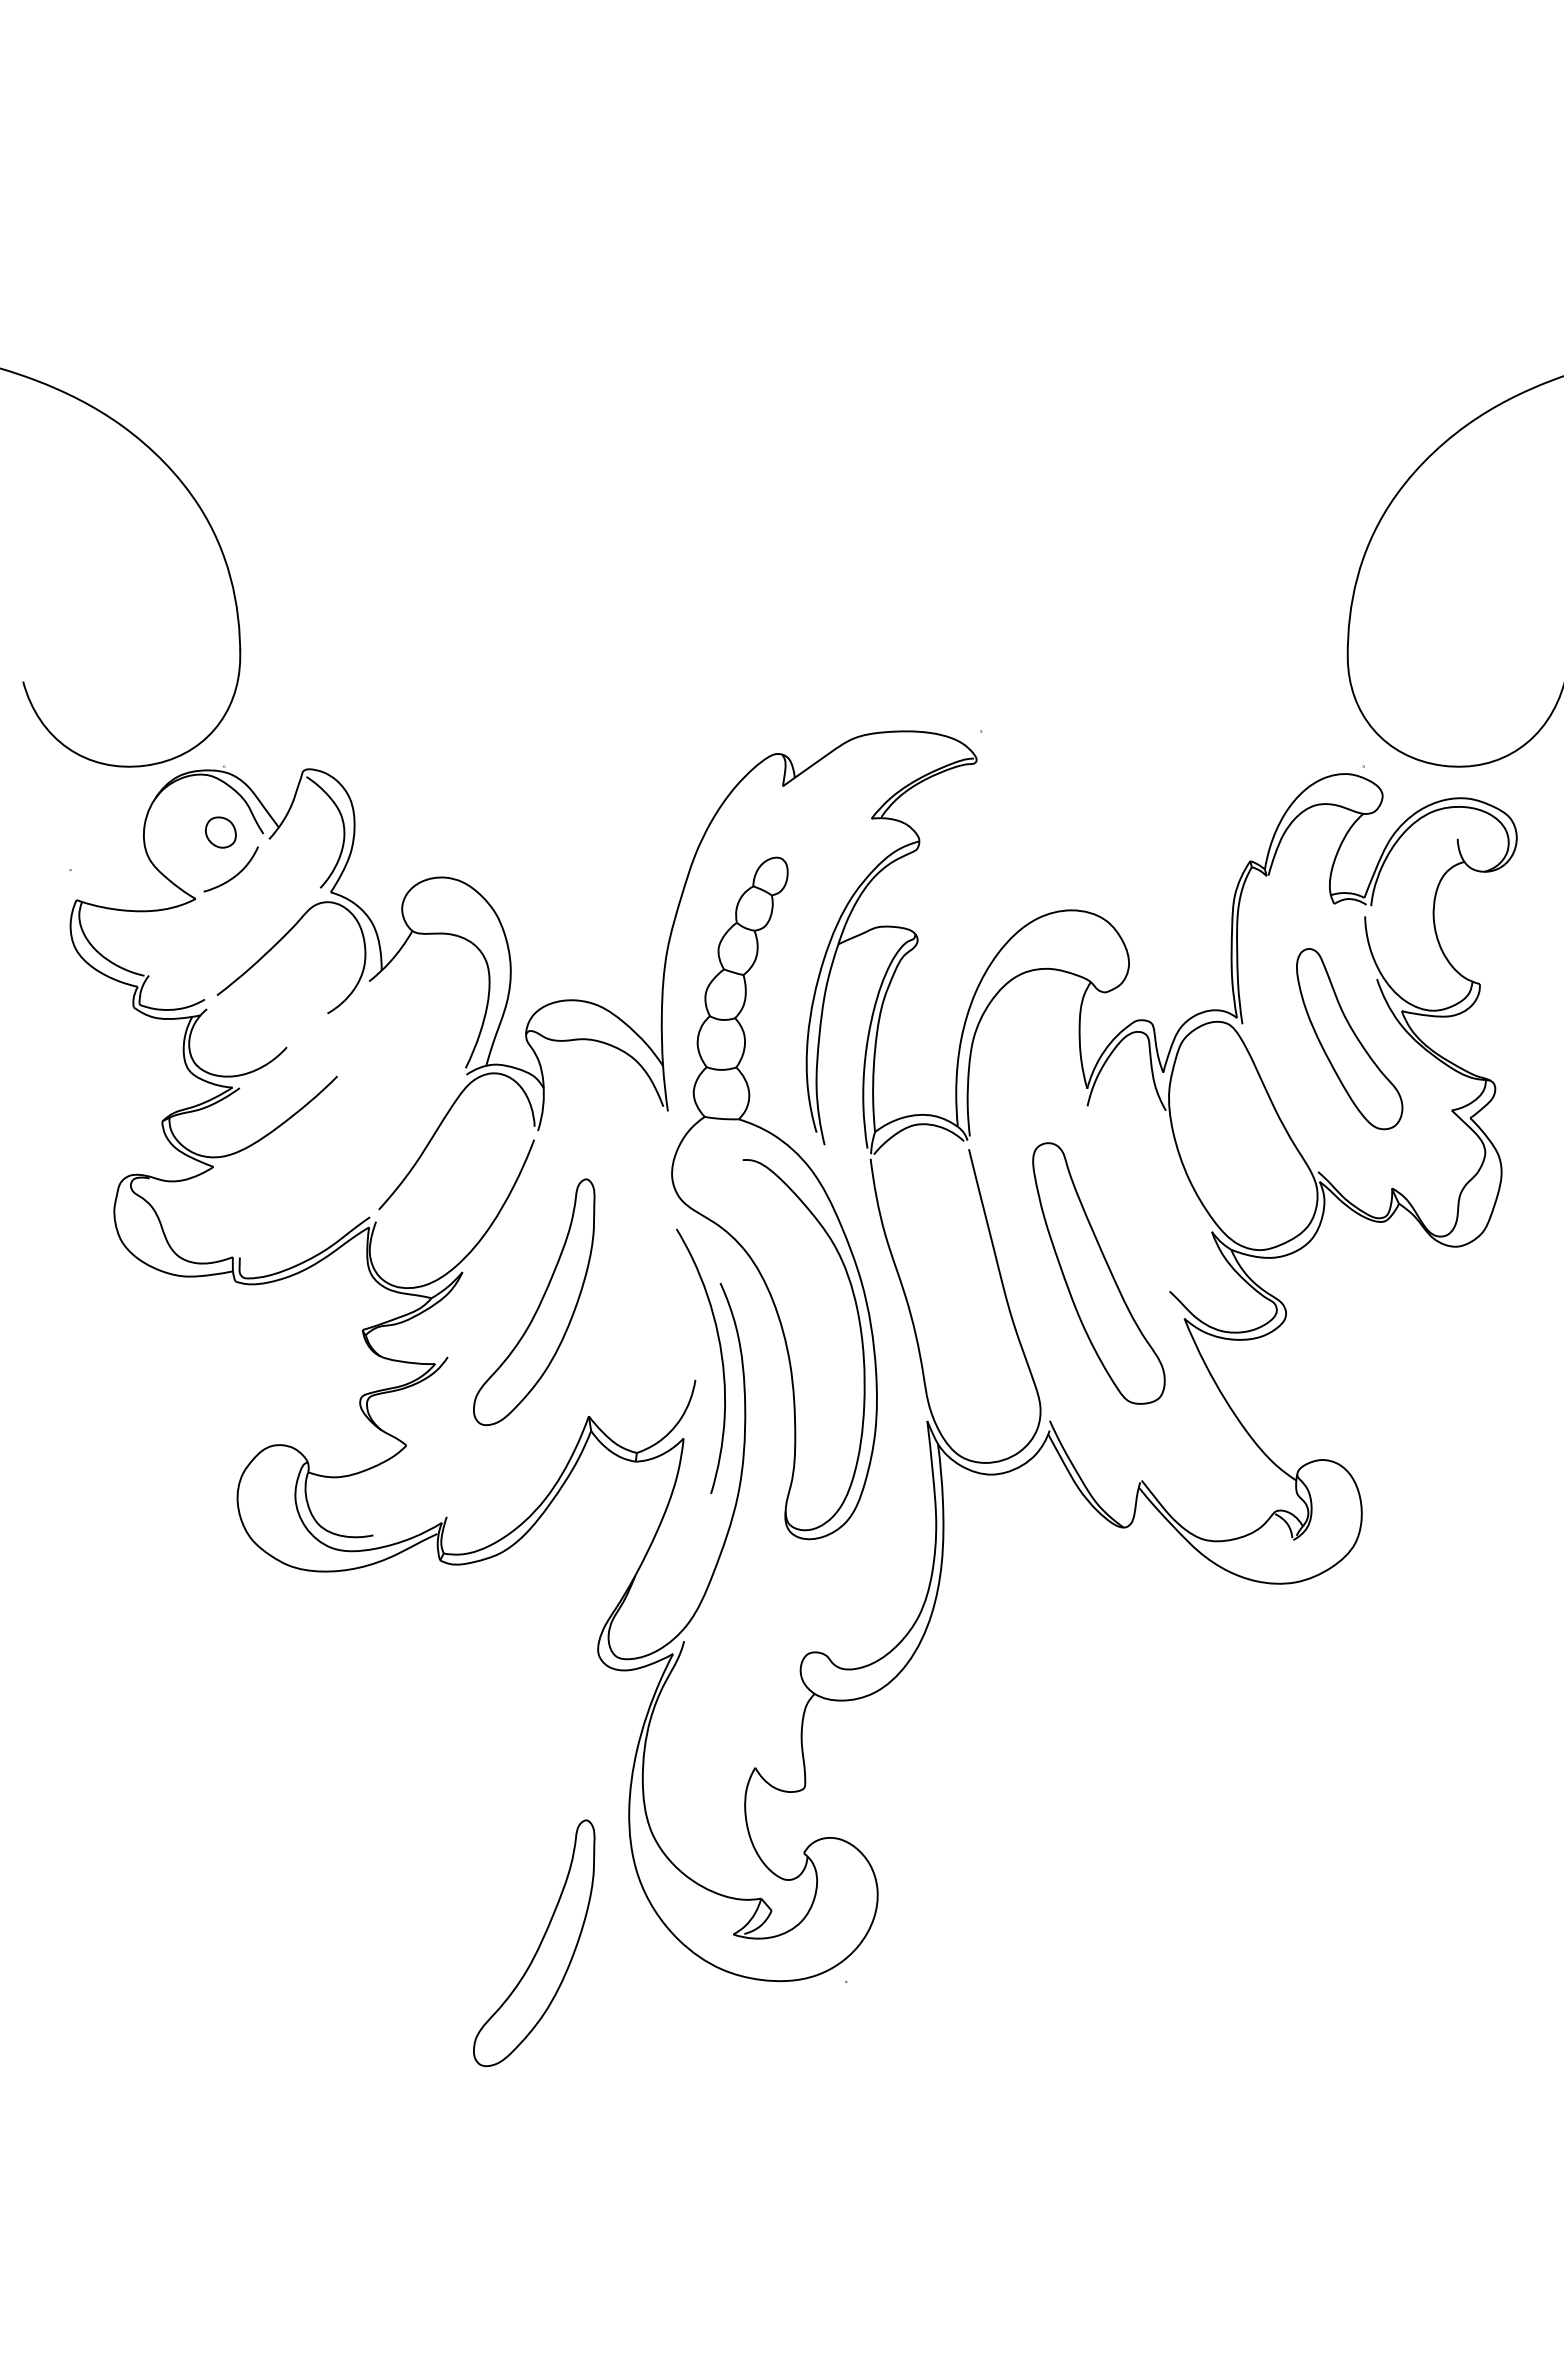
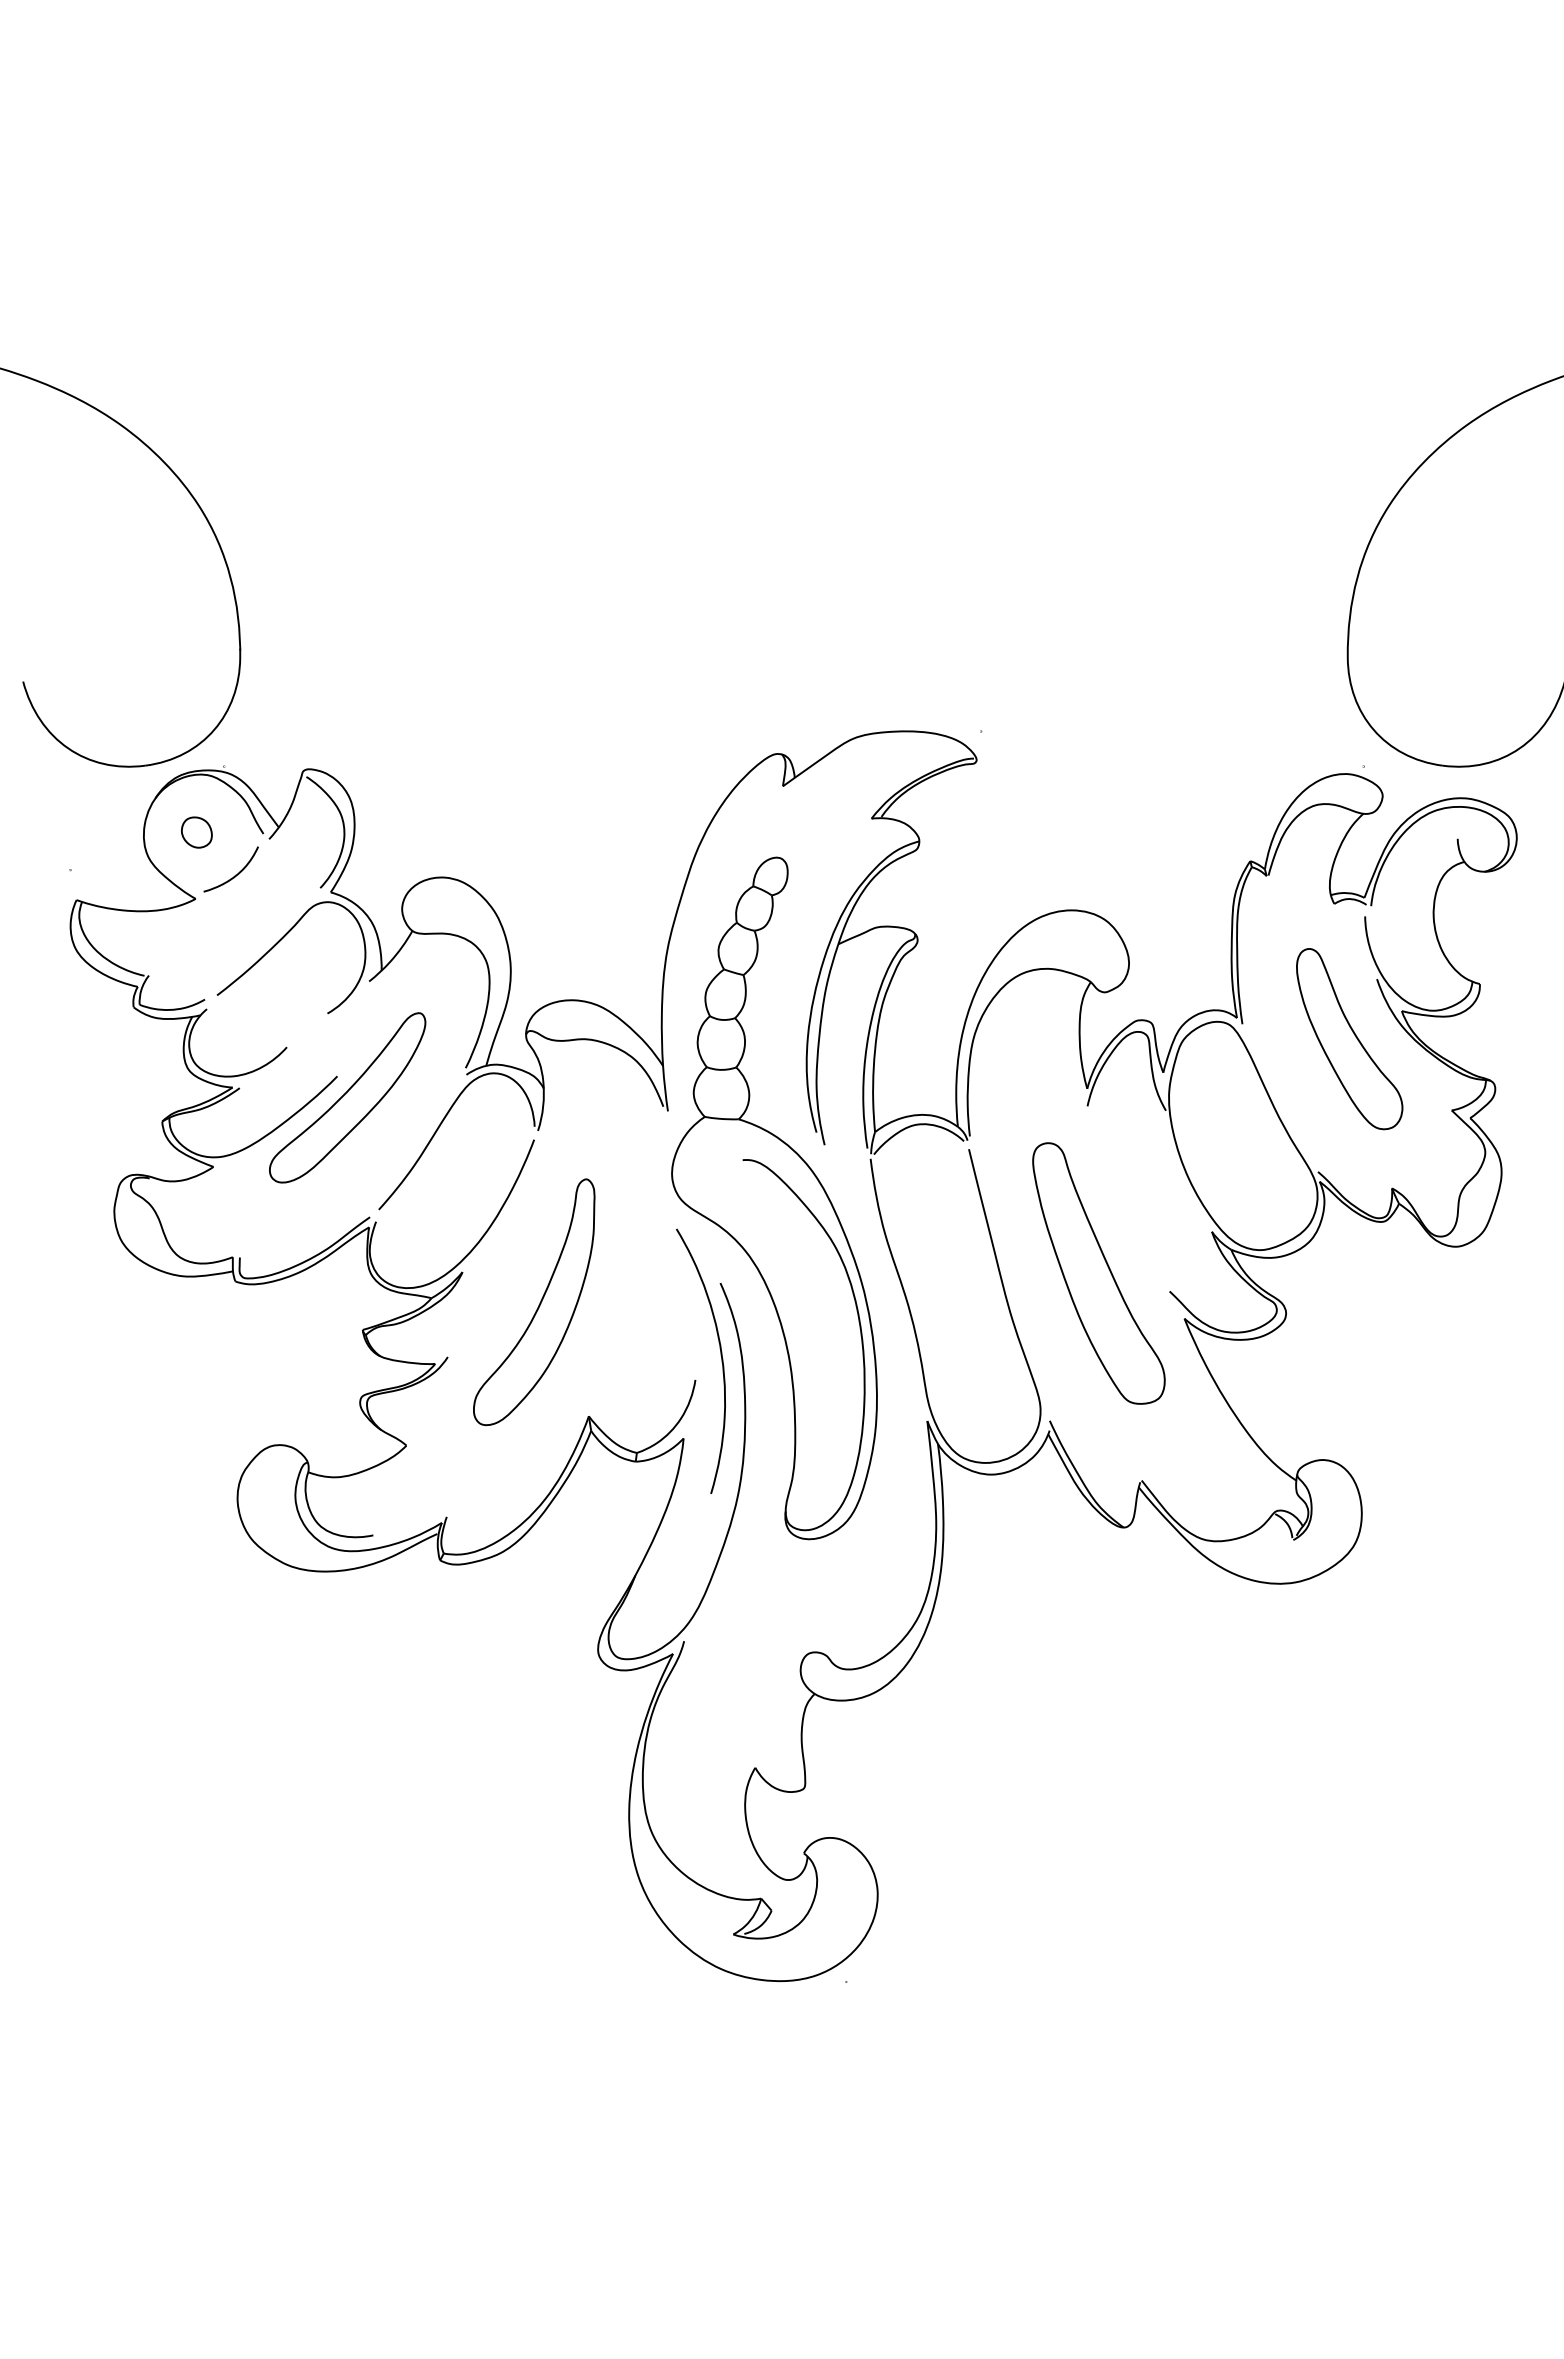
part at (220, 832) position: (220, 832) -> (196, 832)
part at (347, 1097): none -> present
part at (534, 1943): present -> none
